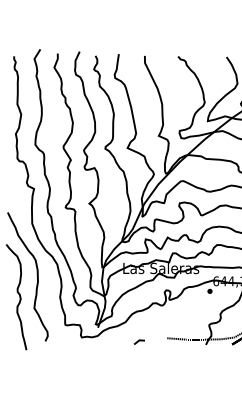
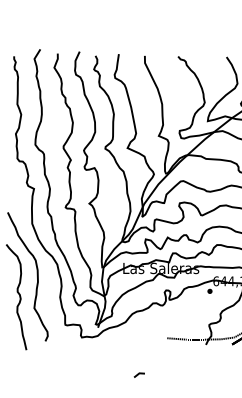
line at (138, 341) position: (138, 341) -> (138, 374)
